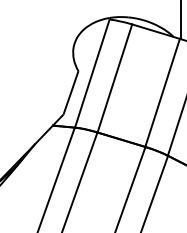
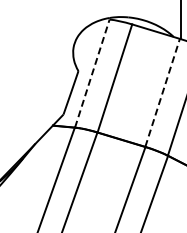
line at (92, 73): solid -> dashed
line at (162, 92): solid -> dashed
